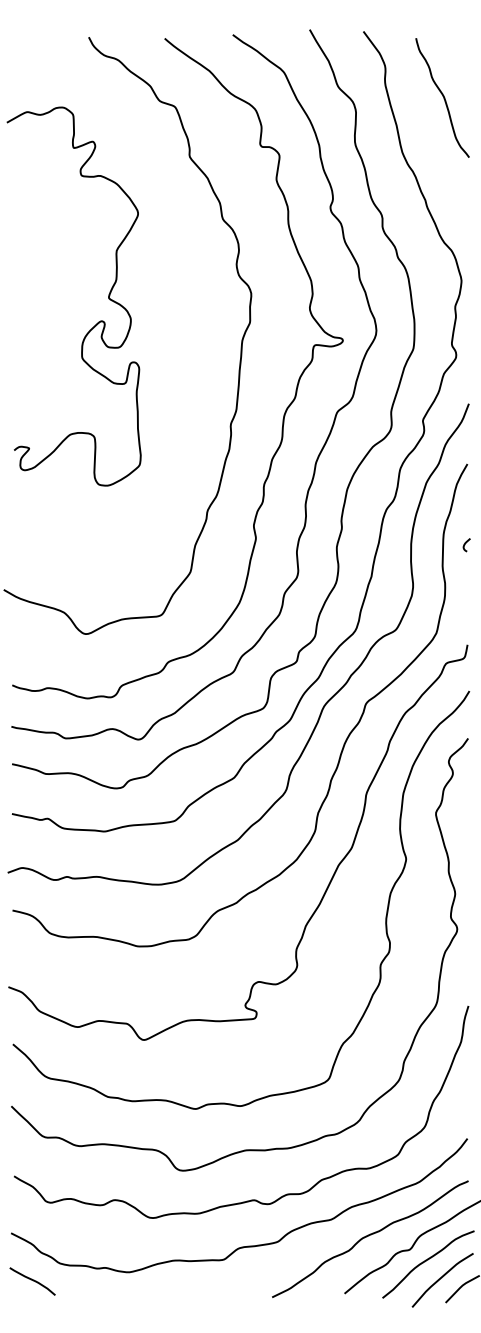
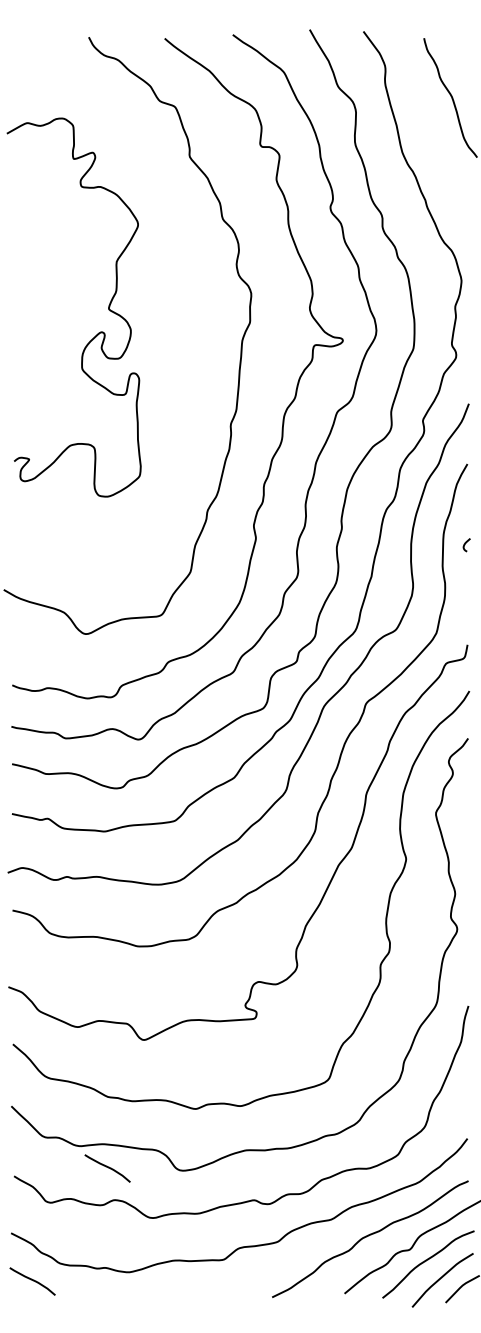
curve at (442, 96) position: (442, 96) -> (450, 96)
curve at (108, 296) position: (108, 296) -> (108, 307)
curve at (107, 1167): none -> present
